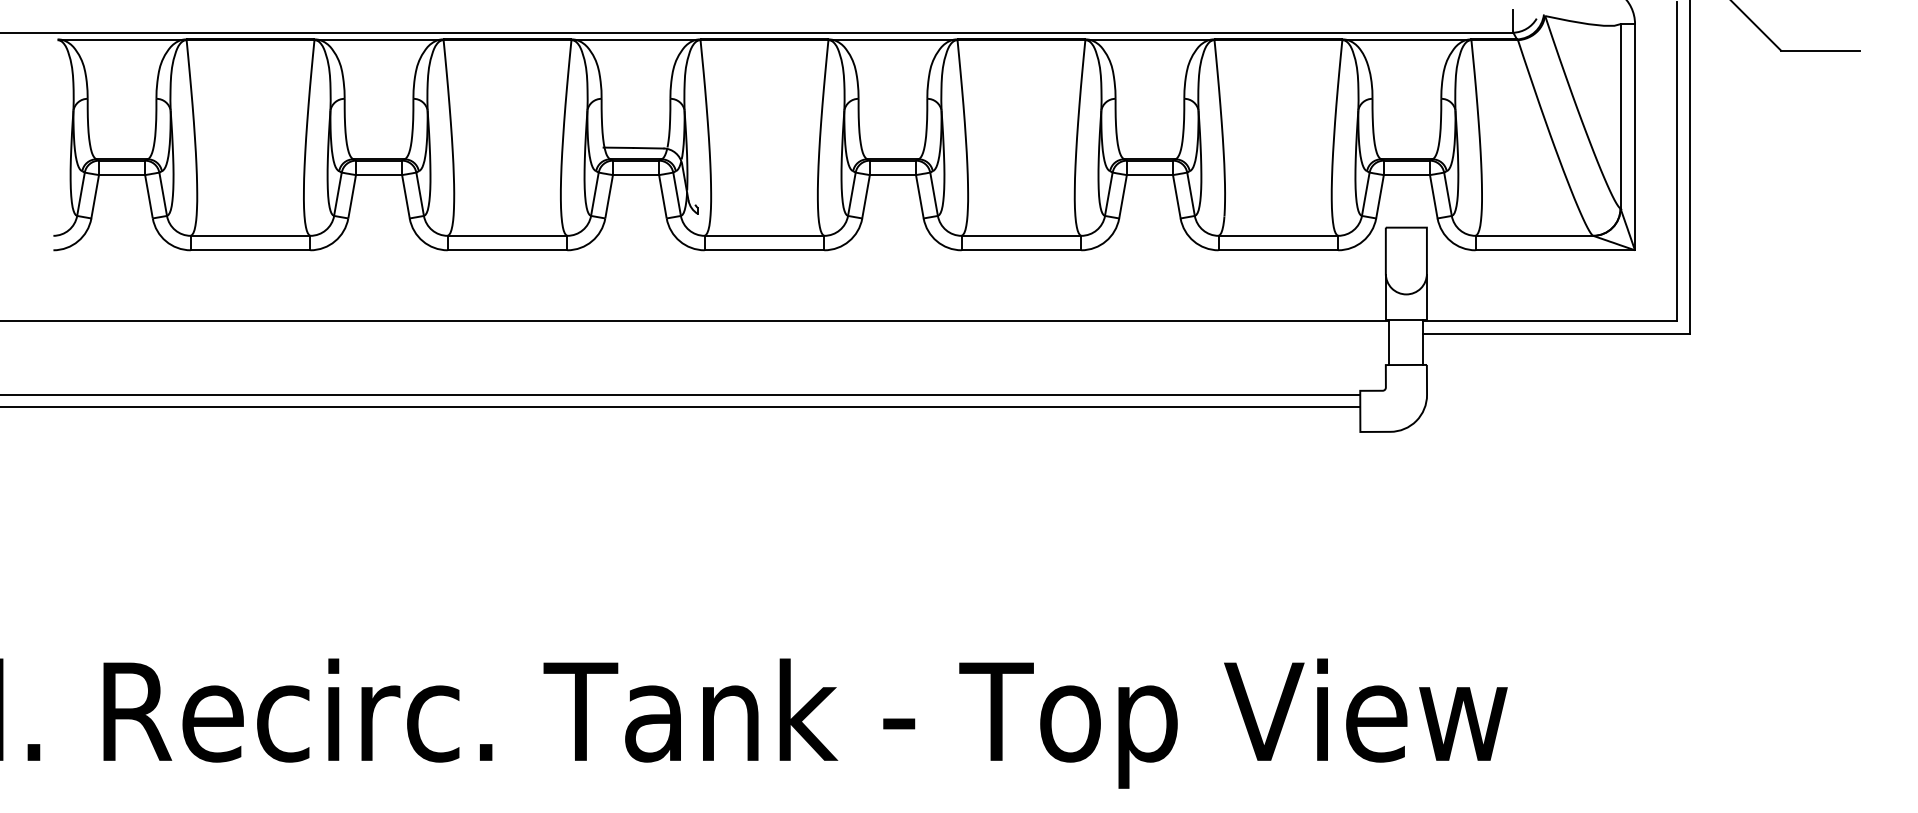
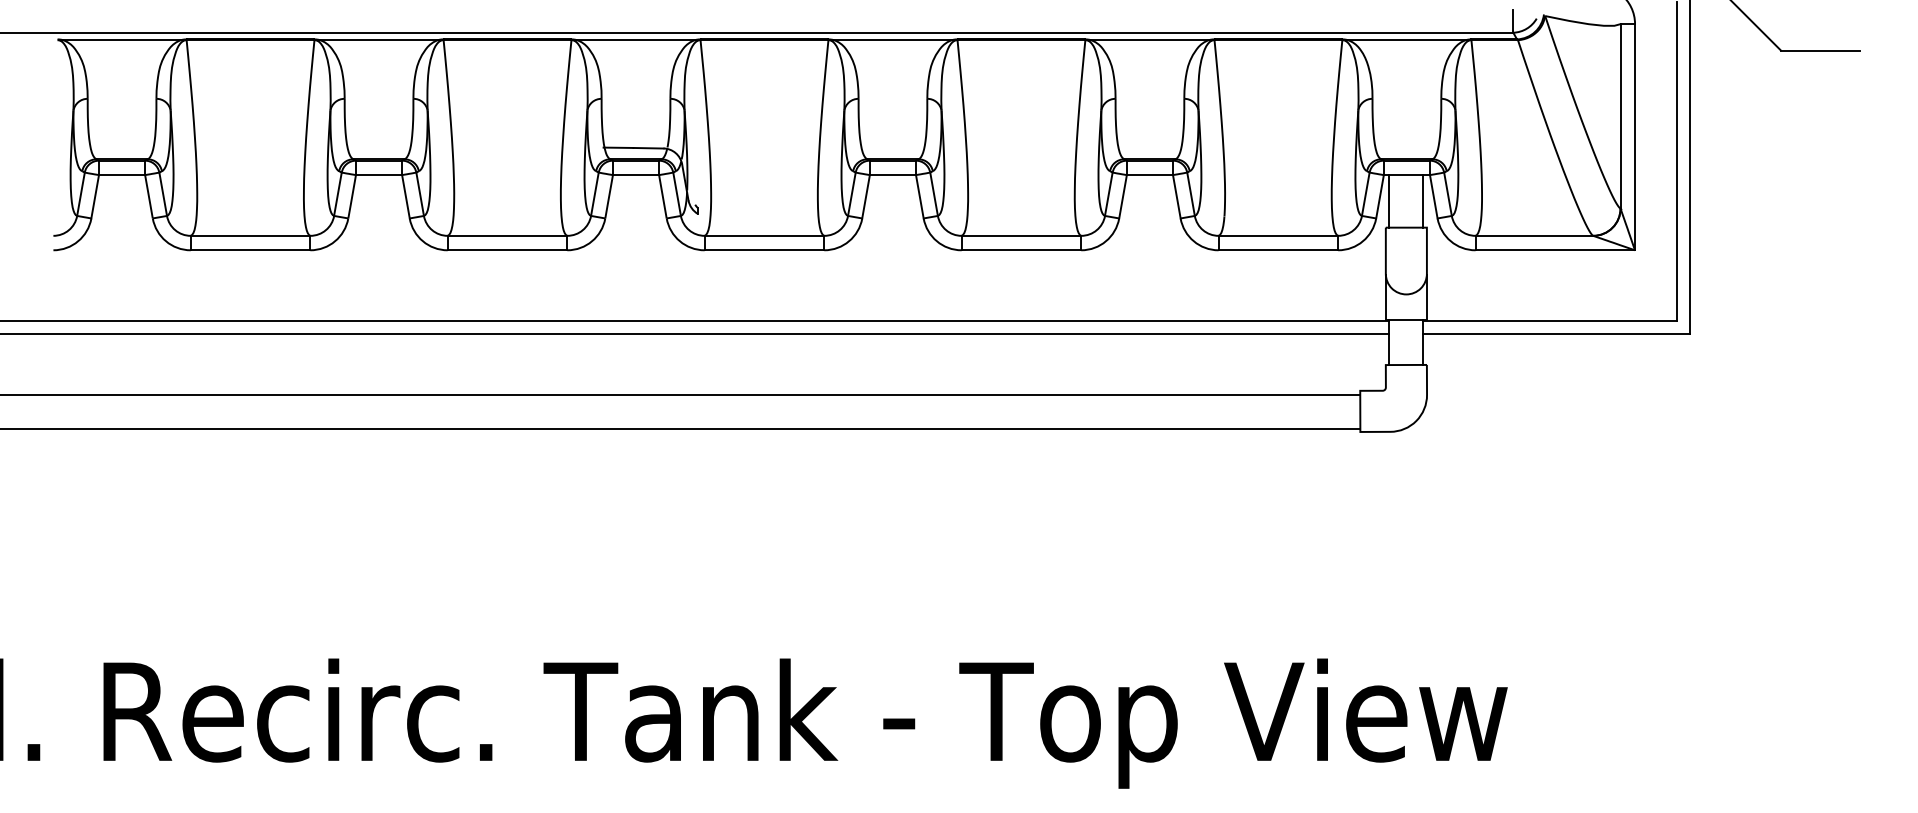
line at (1388, 201): none -> present
line at (1423, 201): none -> present
line at (695, 333): none -> present
line at (681, 406) position: (681, 406) -> (681, 428)
